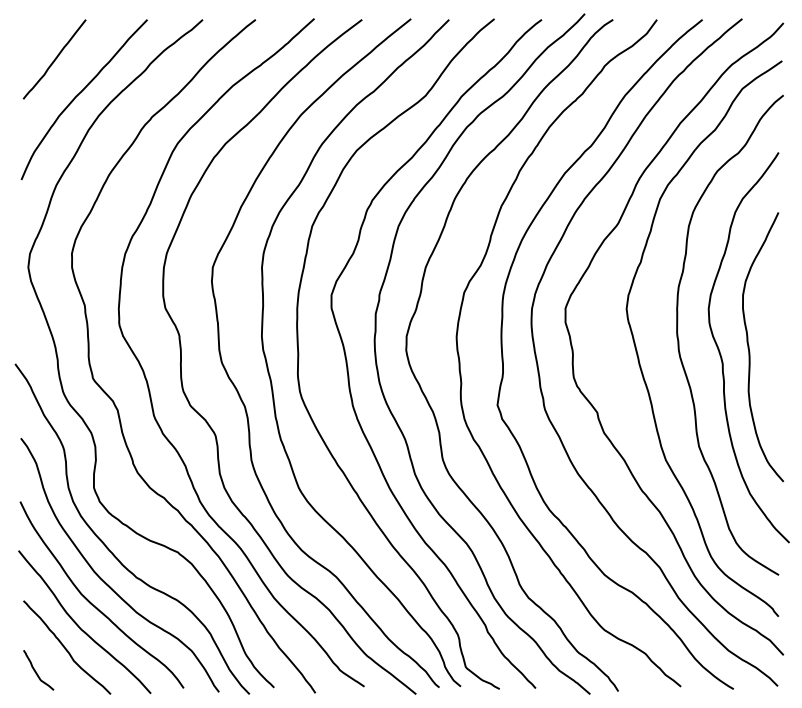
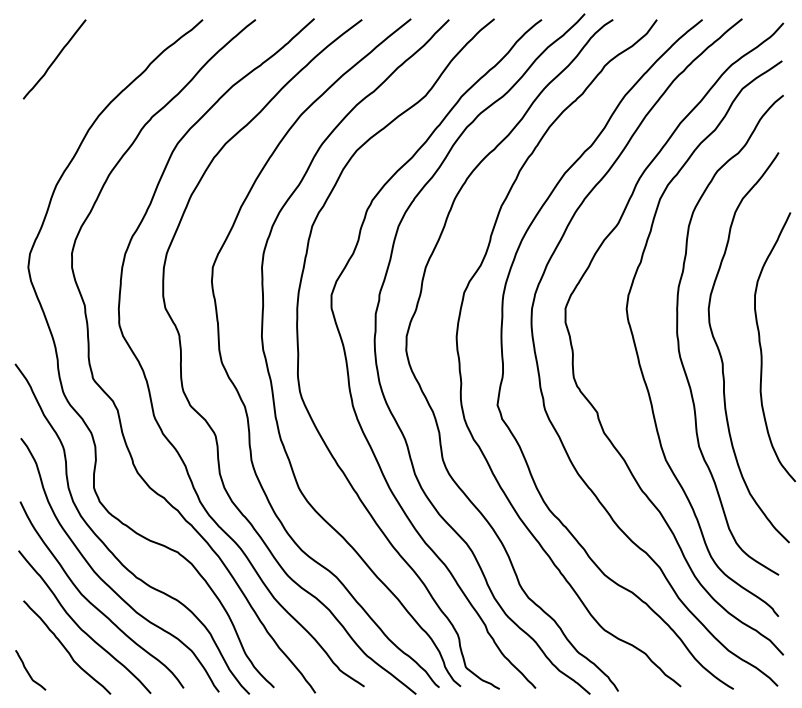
curve at (79, 94): present -> none
curve at (750, 351) position: (750, 351) -> (762, 351)
curve at (36, 671) position: (36, 671) -> (28, 671)
